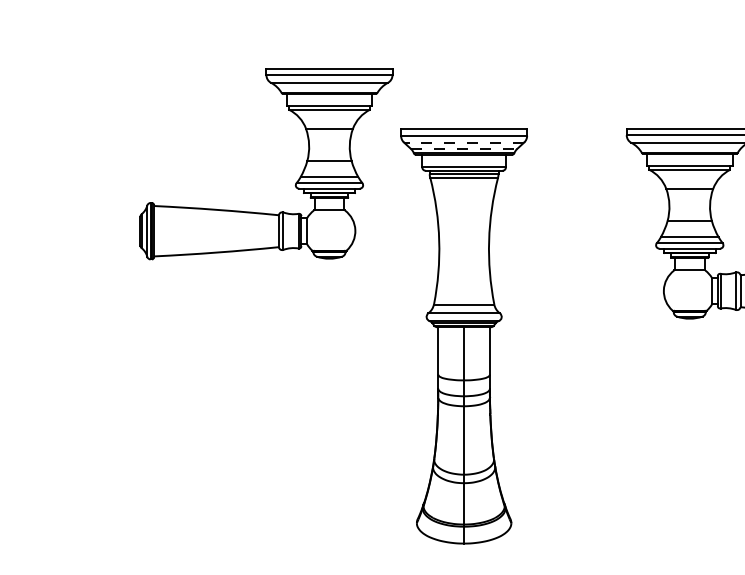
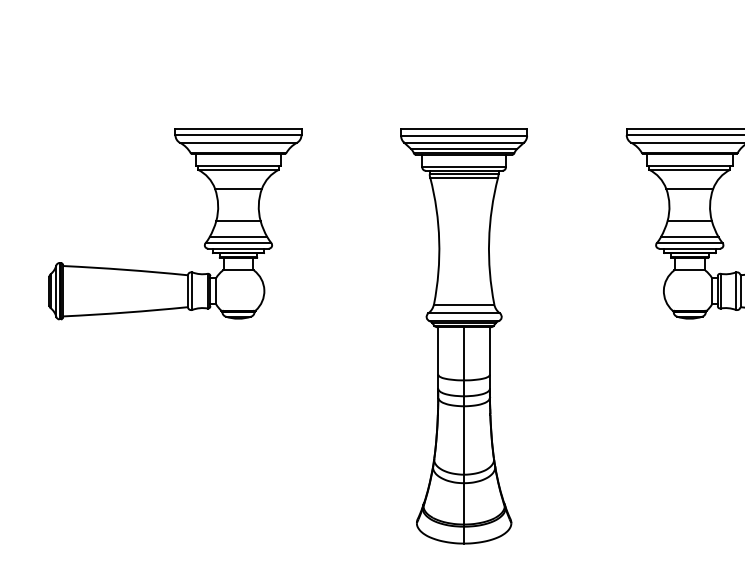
line at (463, 142): dashed -> solid
line at (464, 148): dashed -> solid
part at (295, 182) position: (295, 182) -> (204, 242)
